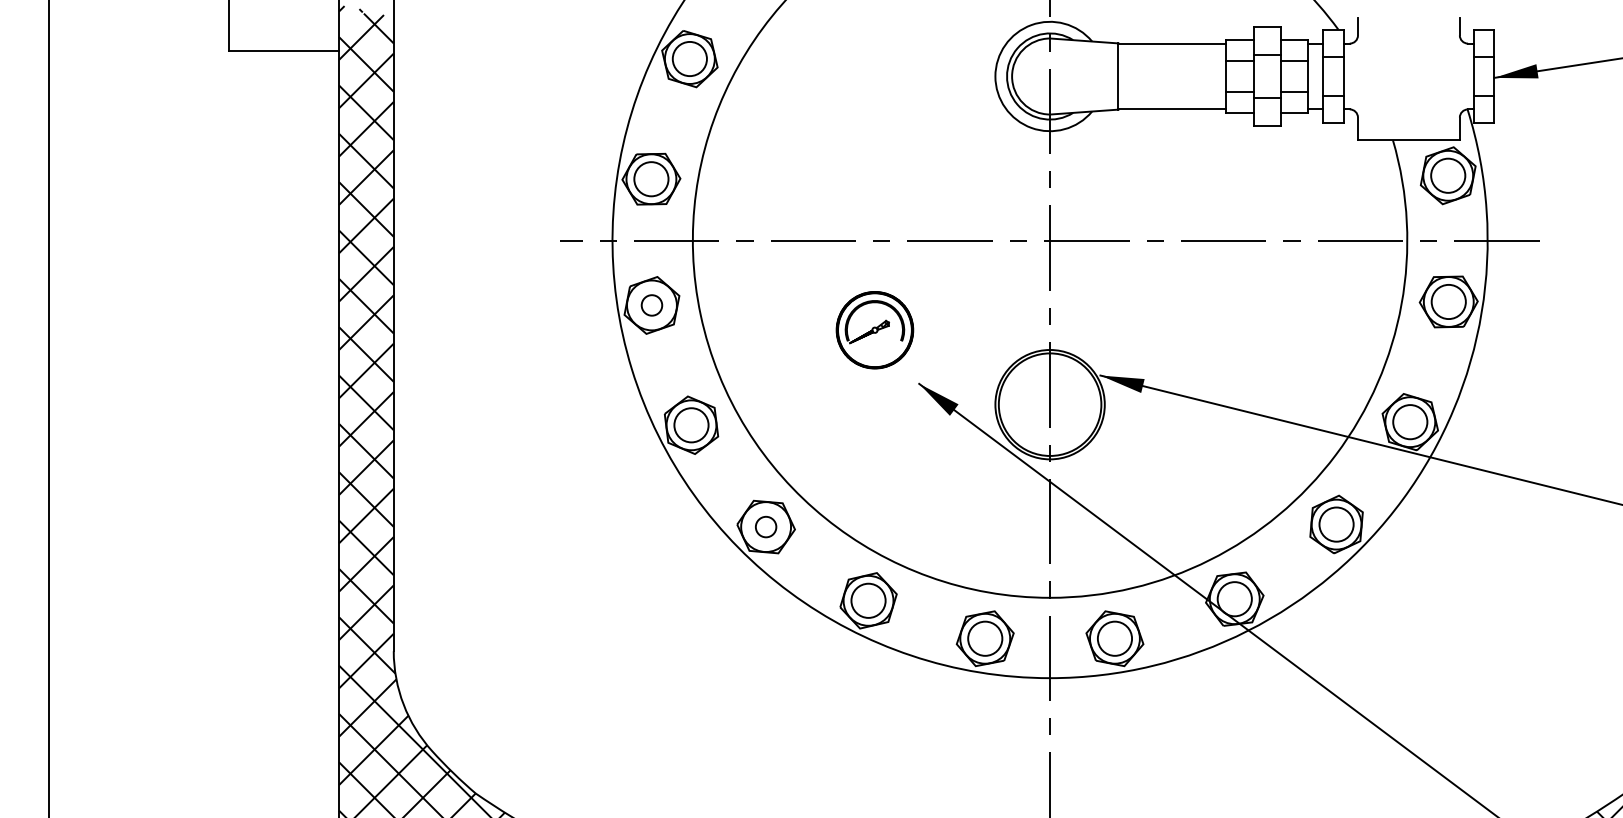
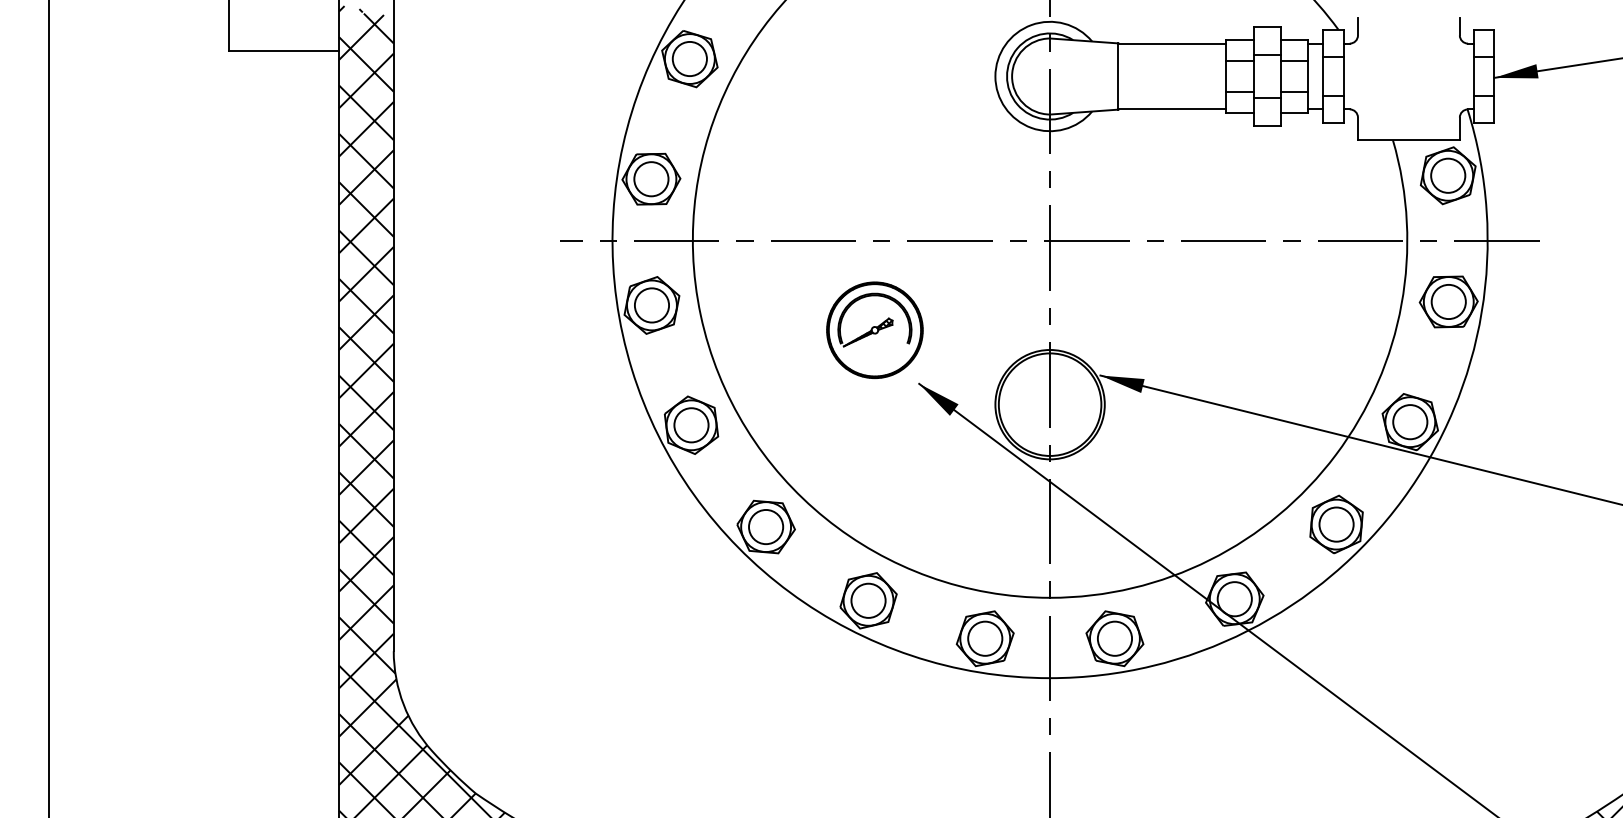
circle at (651, 305) diameter: 21 px -> 34 px
part at (874, 330) size: 80x79 px -> 98x98 px
circle at (765, 526) diameter: 21 px -> 34 px
